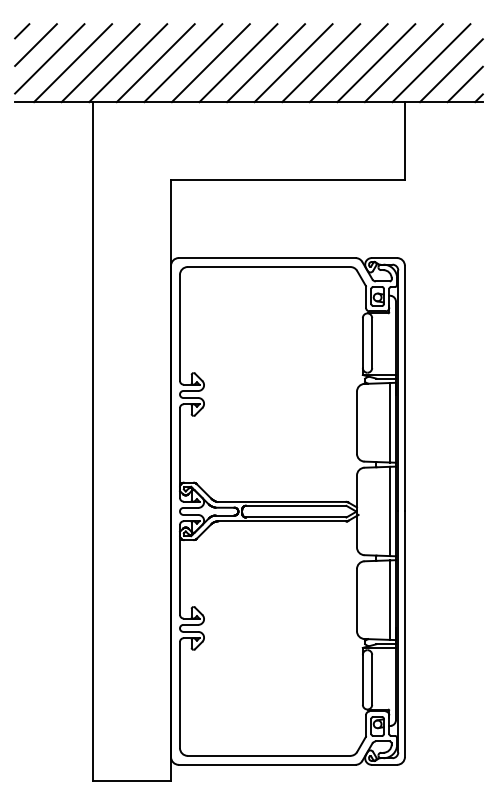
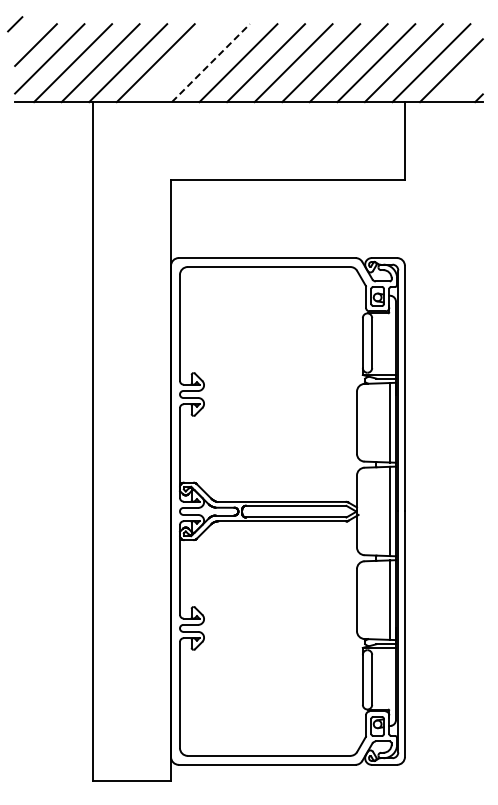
line at (22, 31) position: (22, 31) -> (15, 24)
line at (211, 62): solid -> dashed
line at (183, 63): present -> none
line at (464, 84): present -> none
